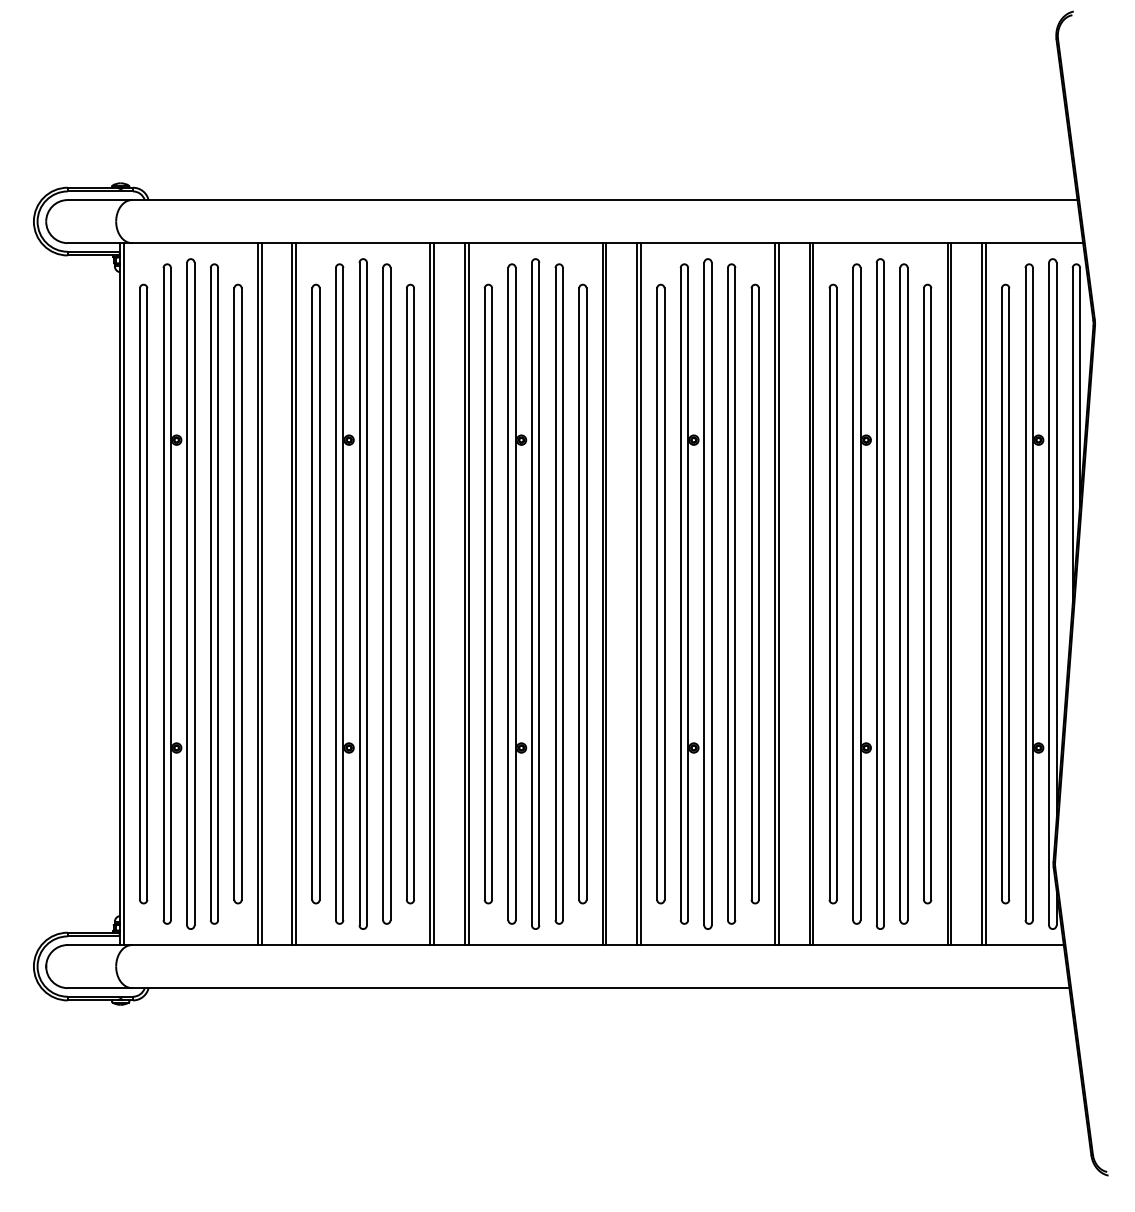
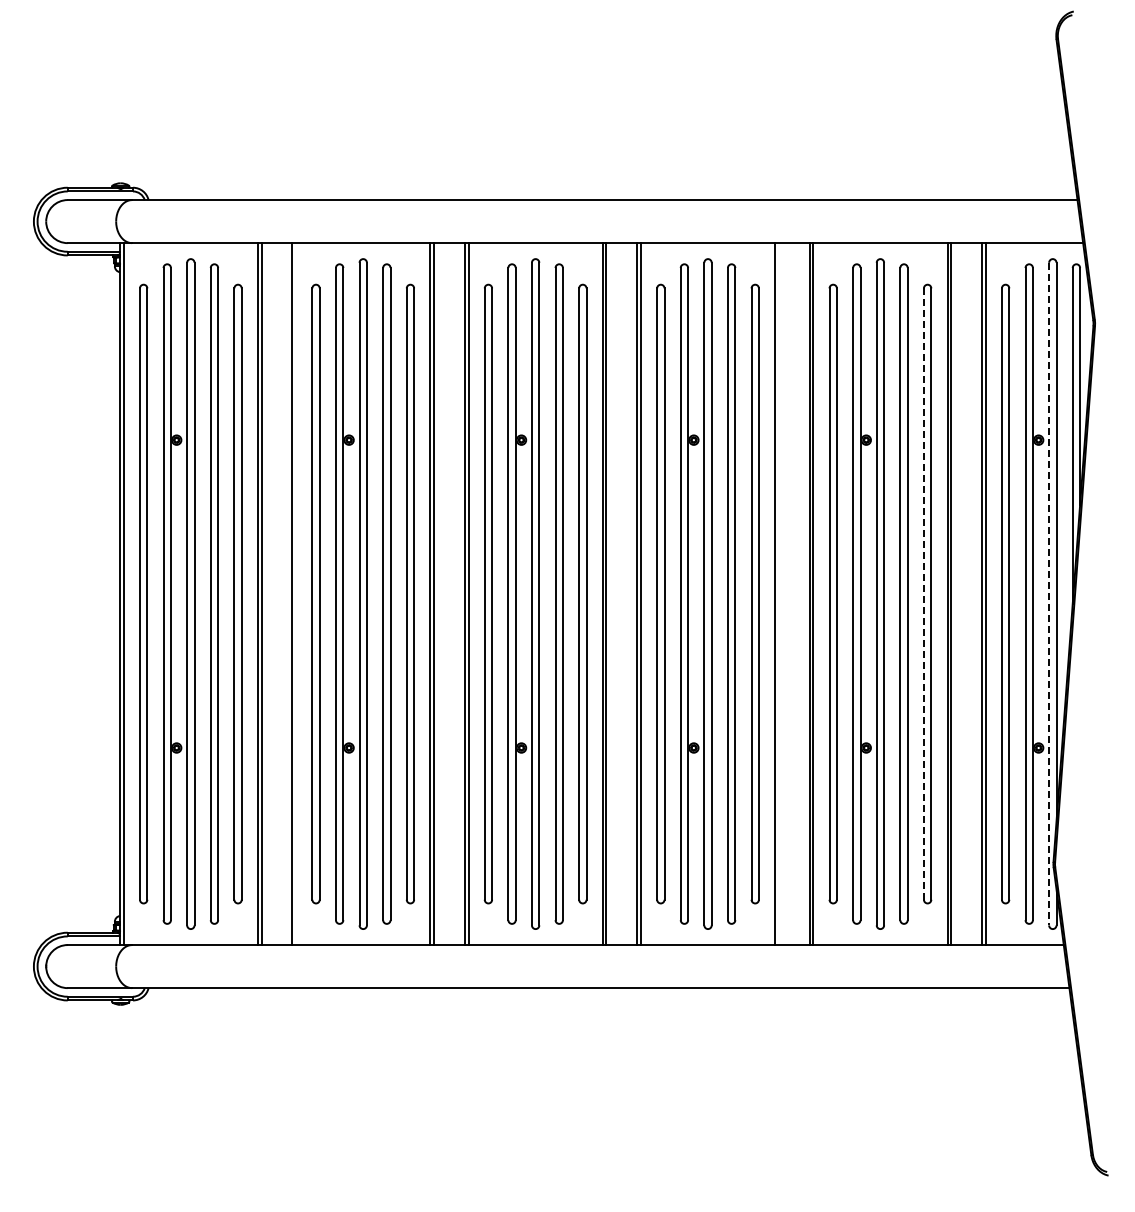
line at (296, 594): present -> none
line at (778, 594): present -> none
line at (923, 594): solid -> dashed
line at (1049, 594): solid -> dashed
